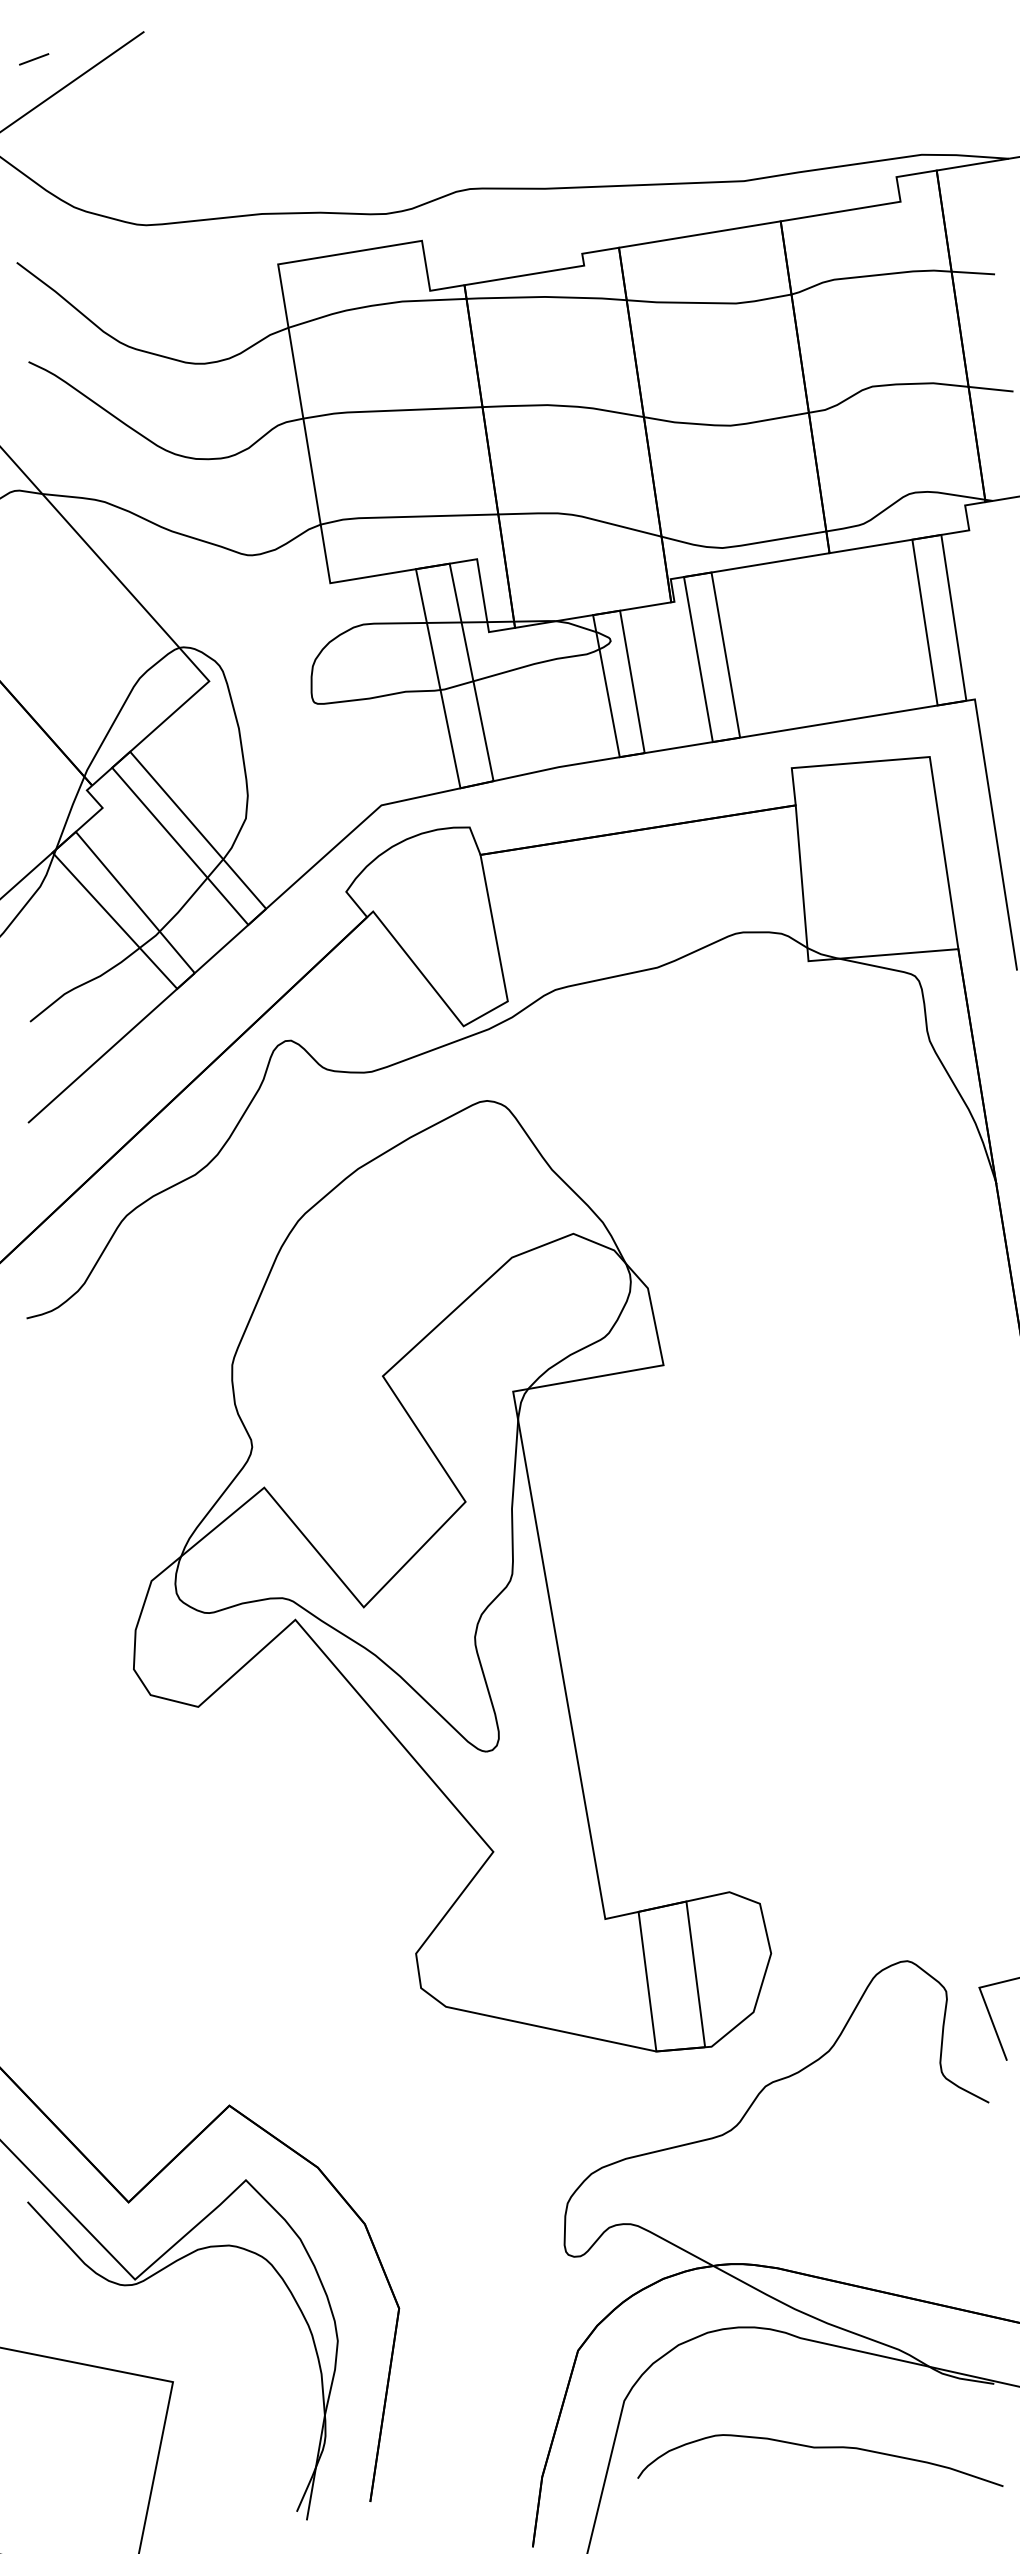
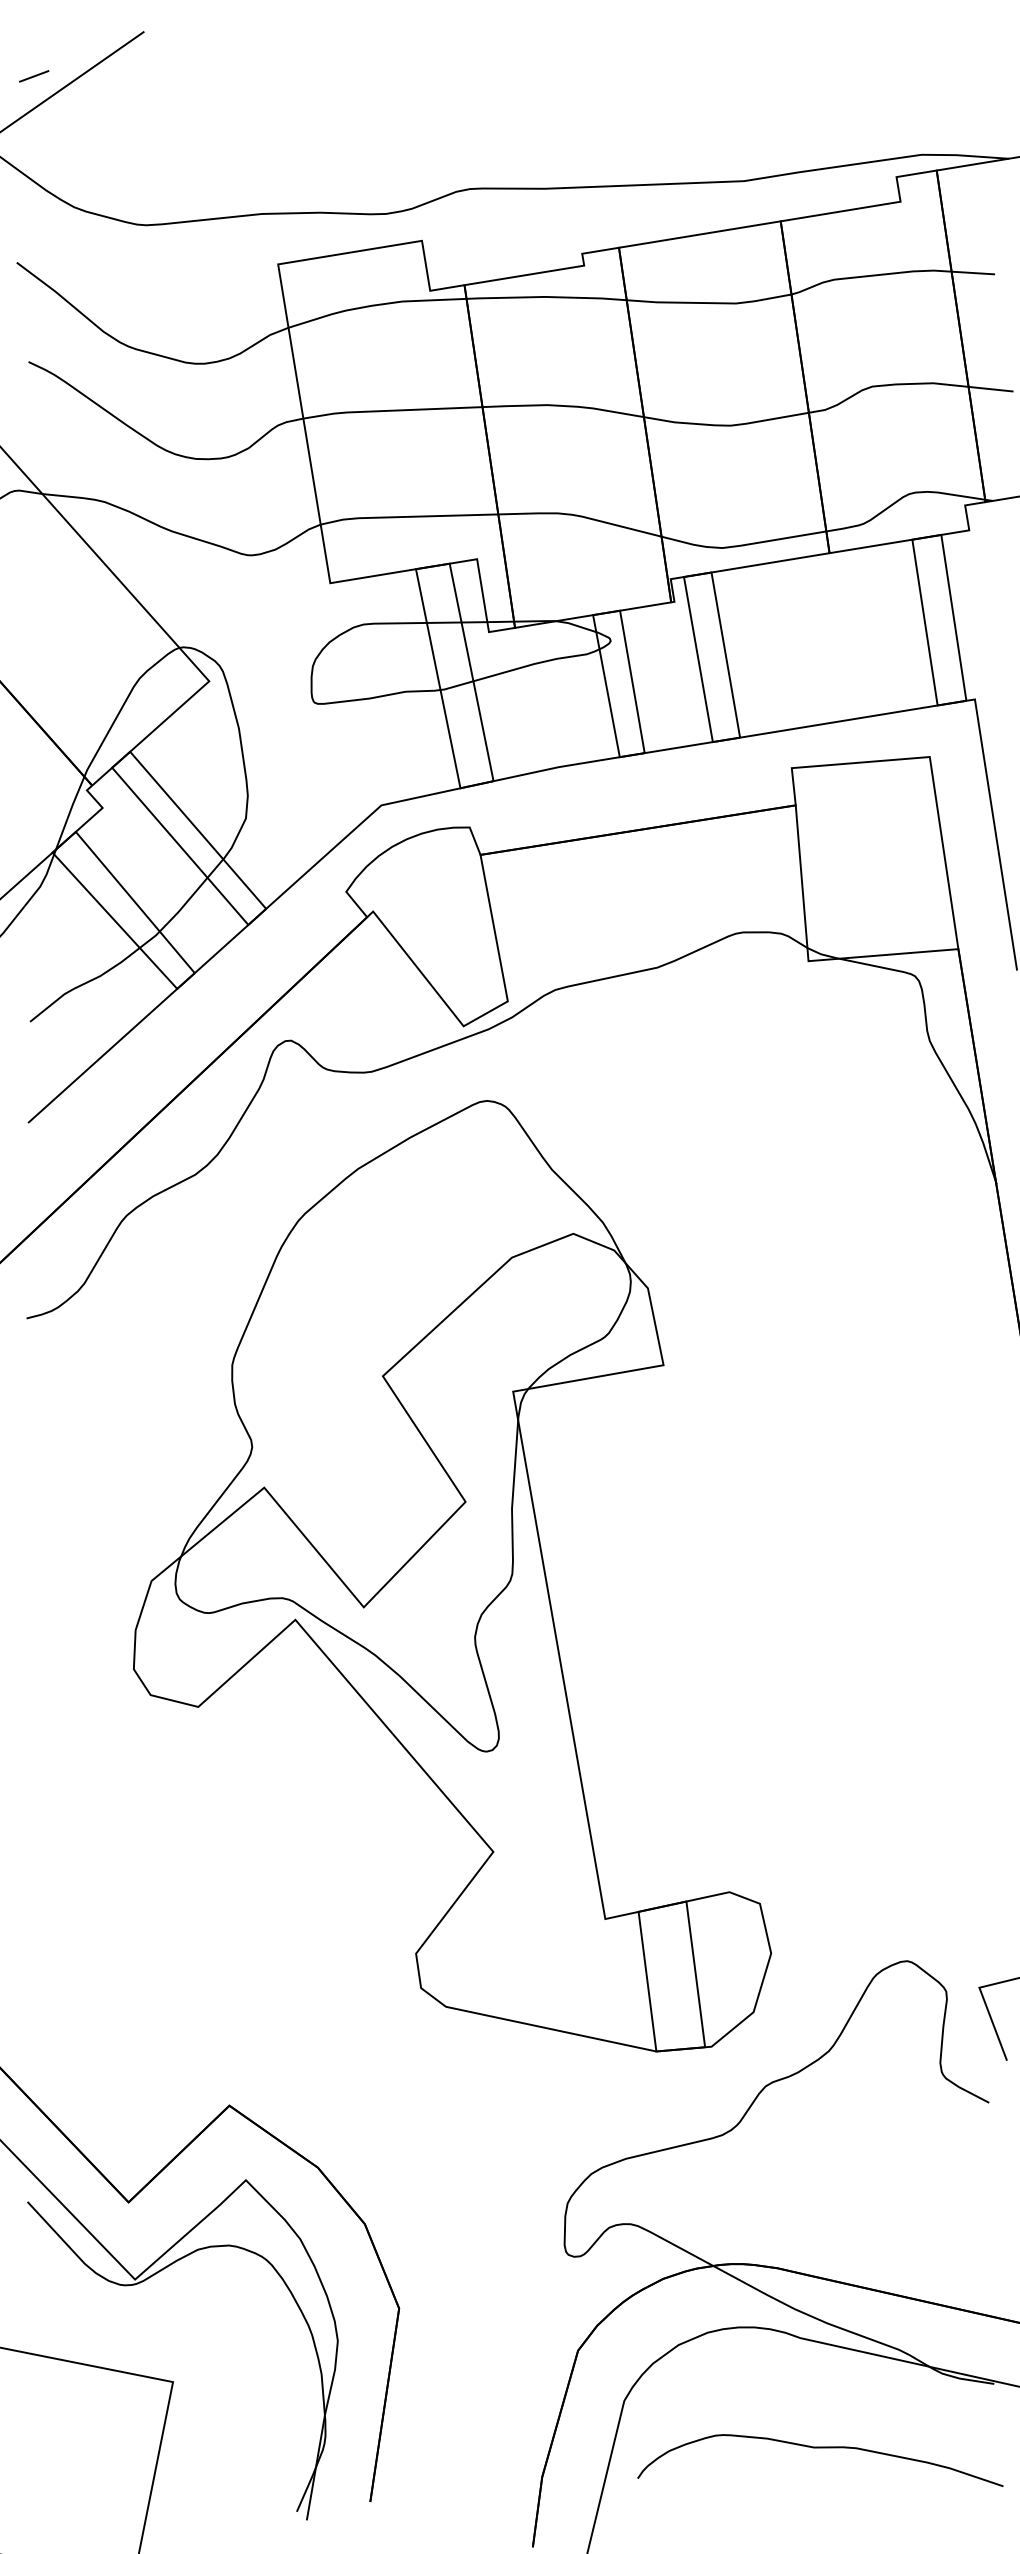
line at (34, 59) position: (34, 59) -> (34, 76)
